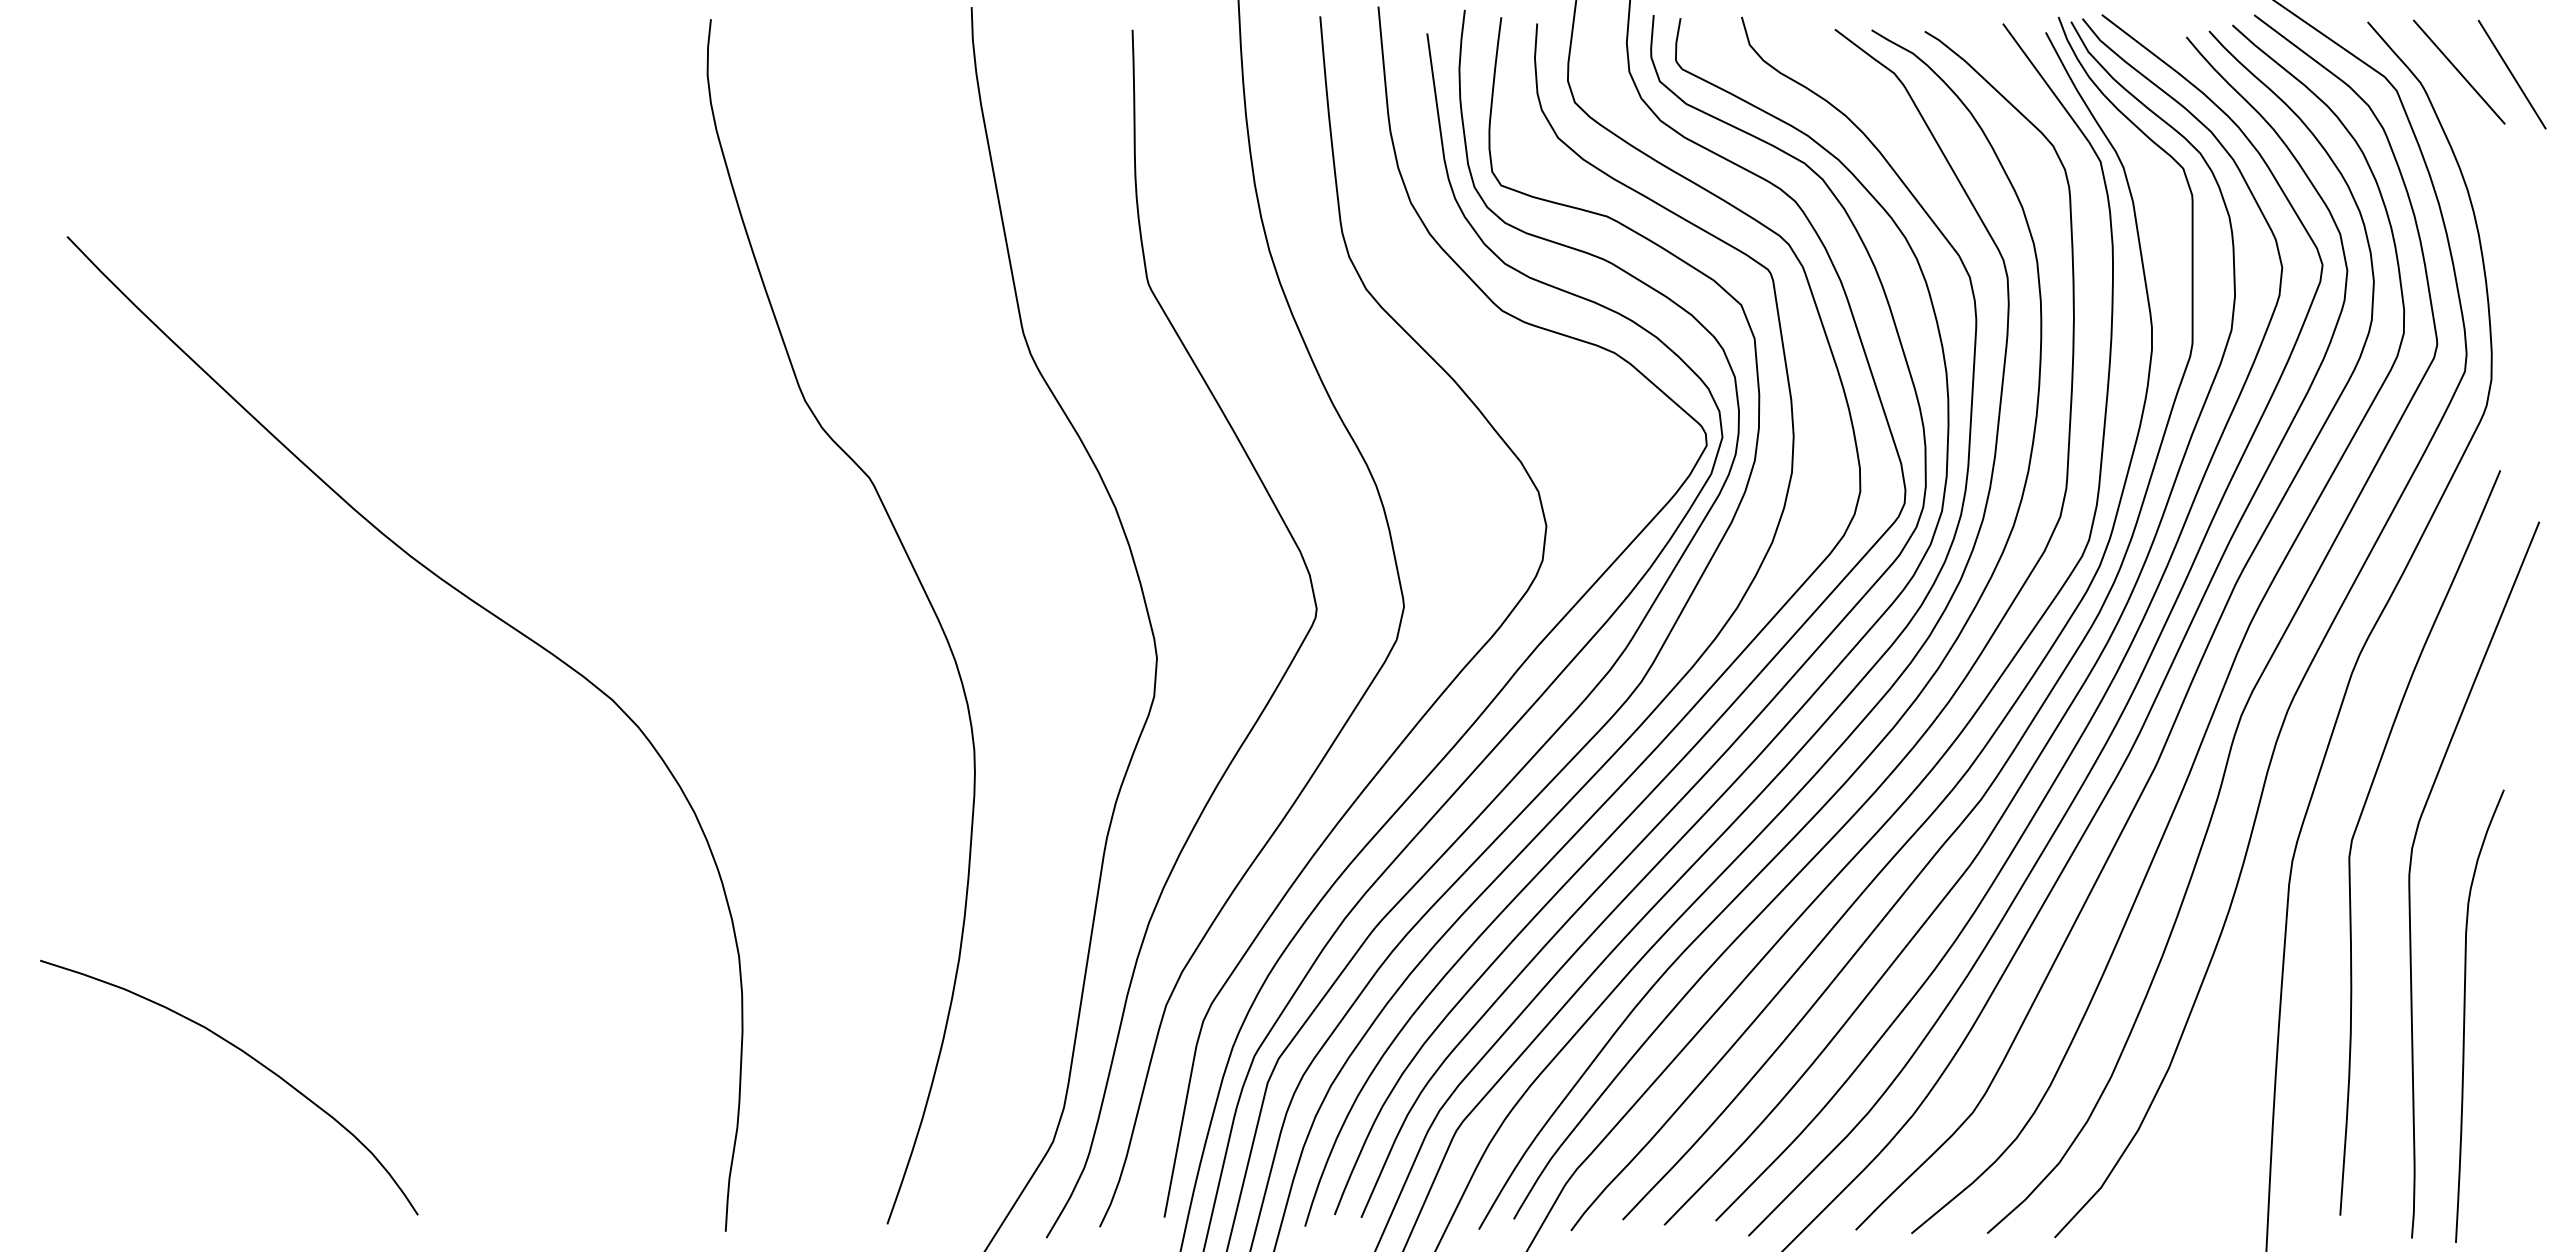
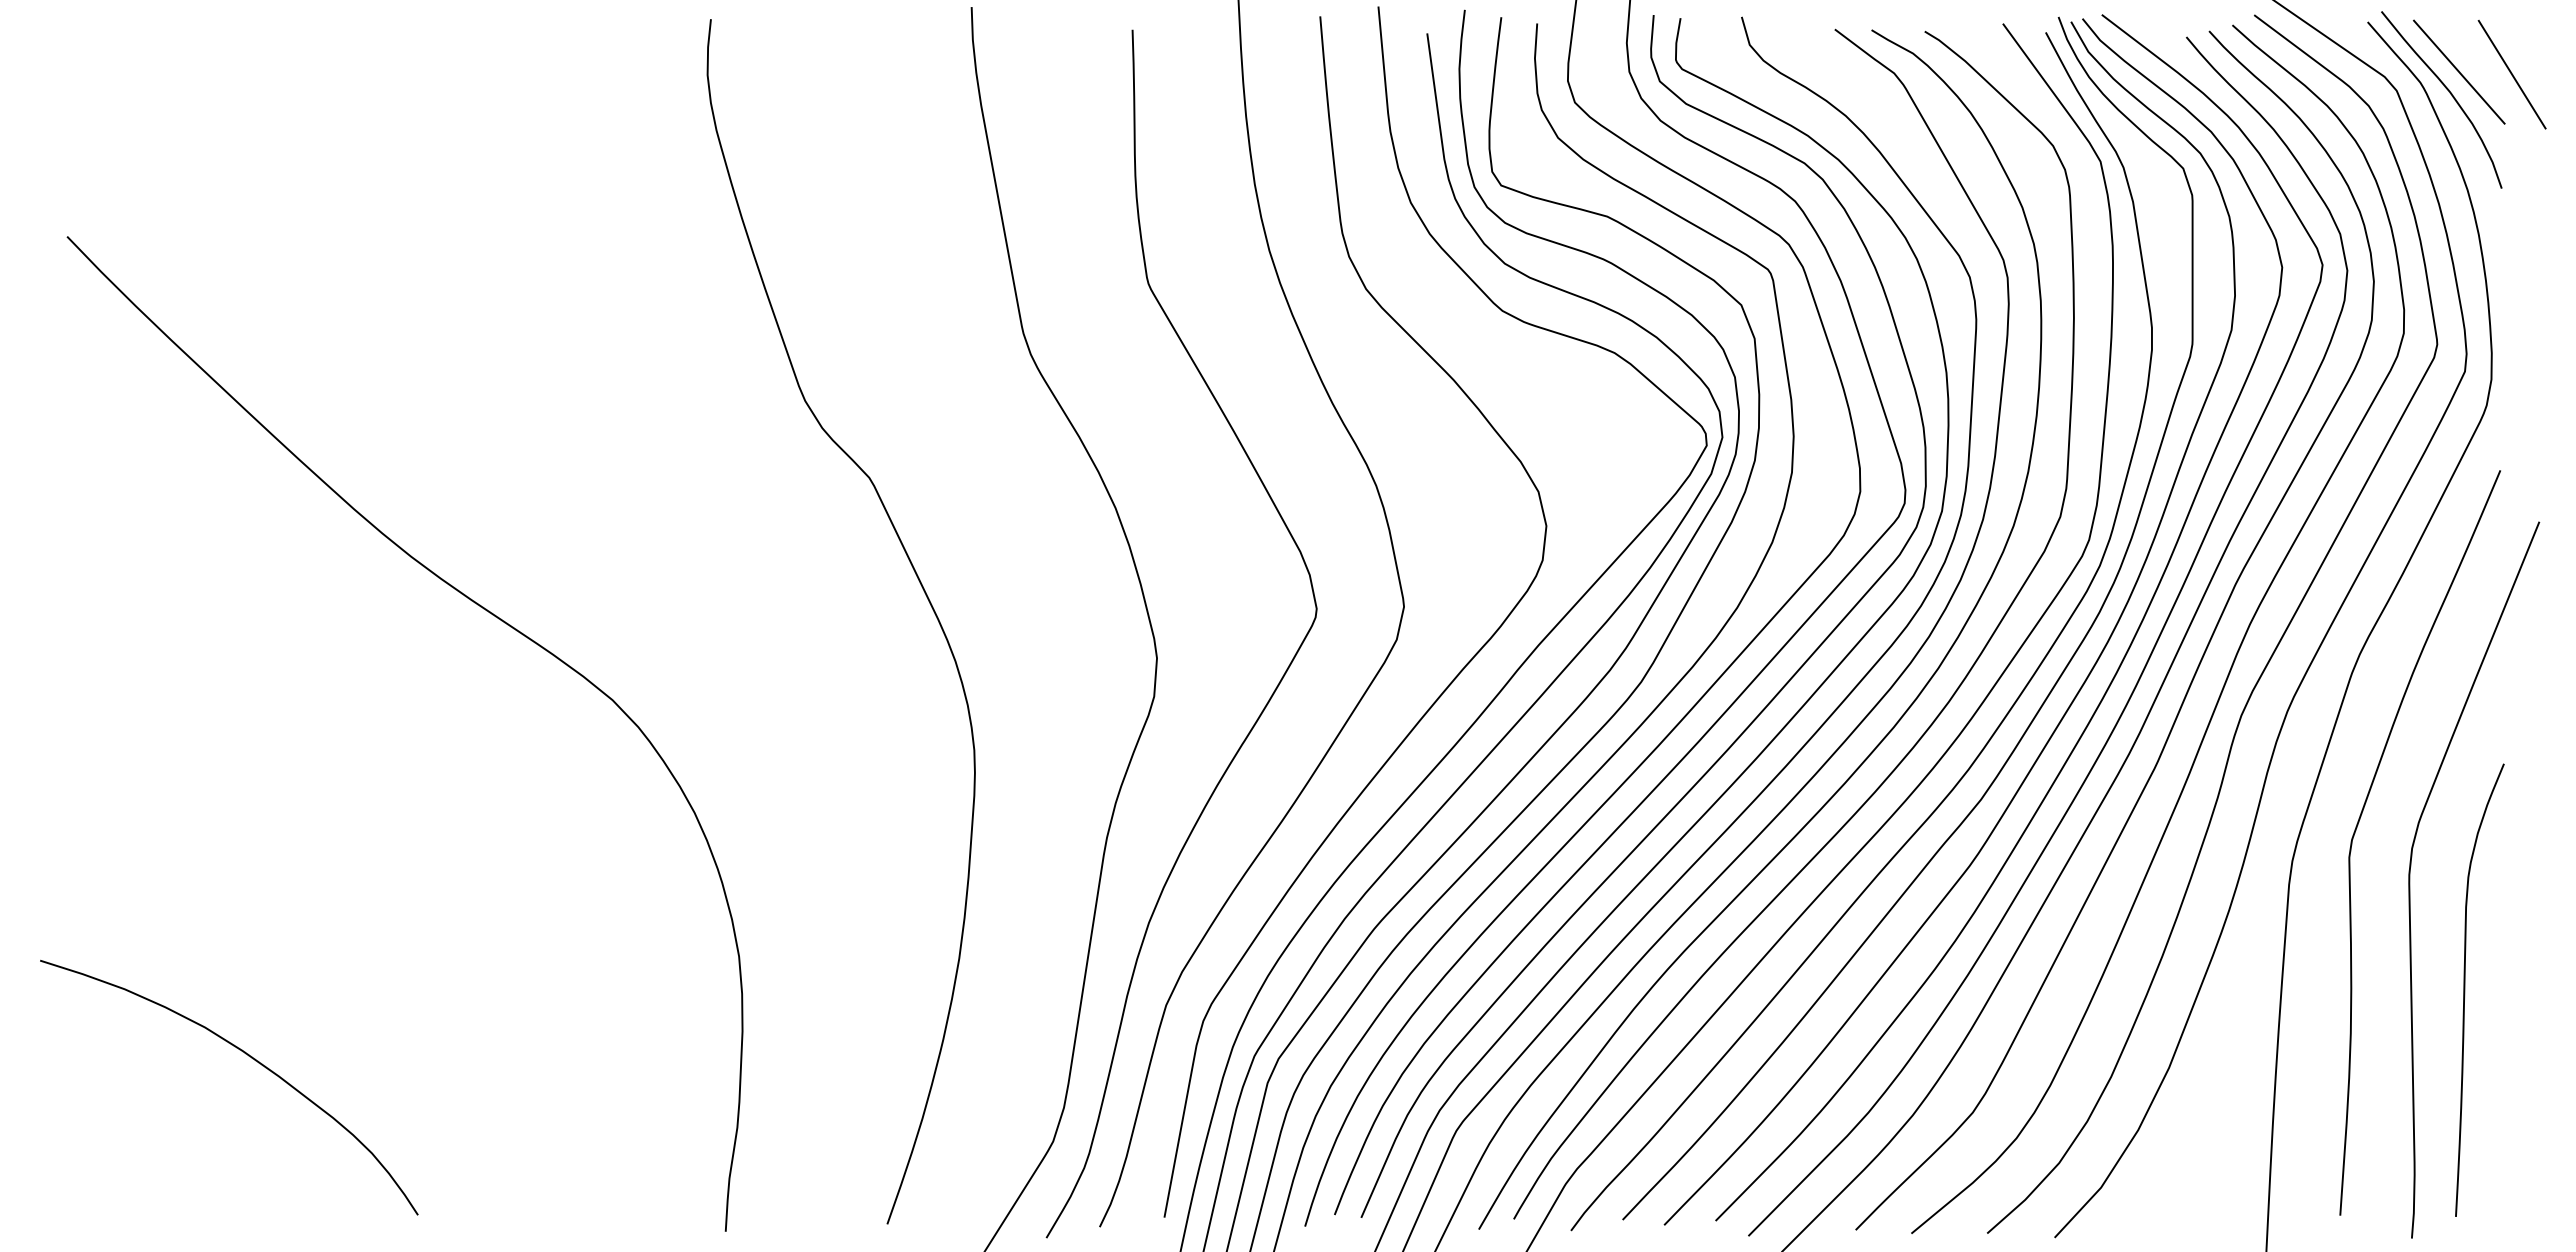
curve at (2449, 93): none -> present
curve at (2465, 1015) position: (2465, 1015) -> (2465, 989)
